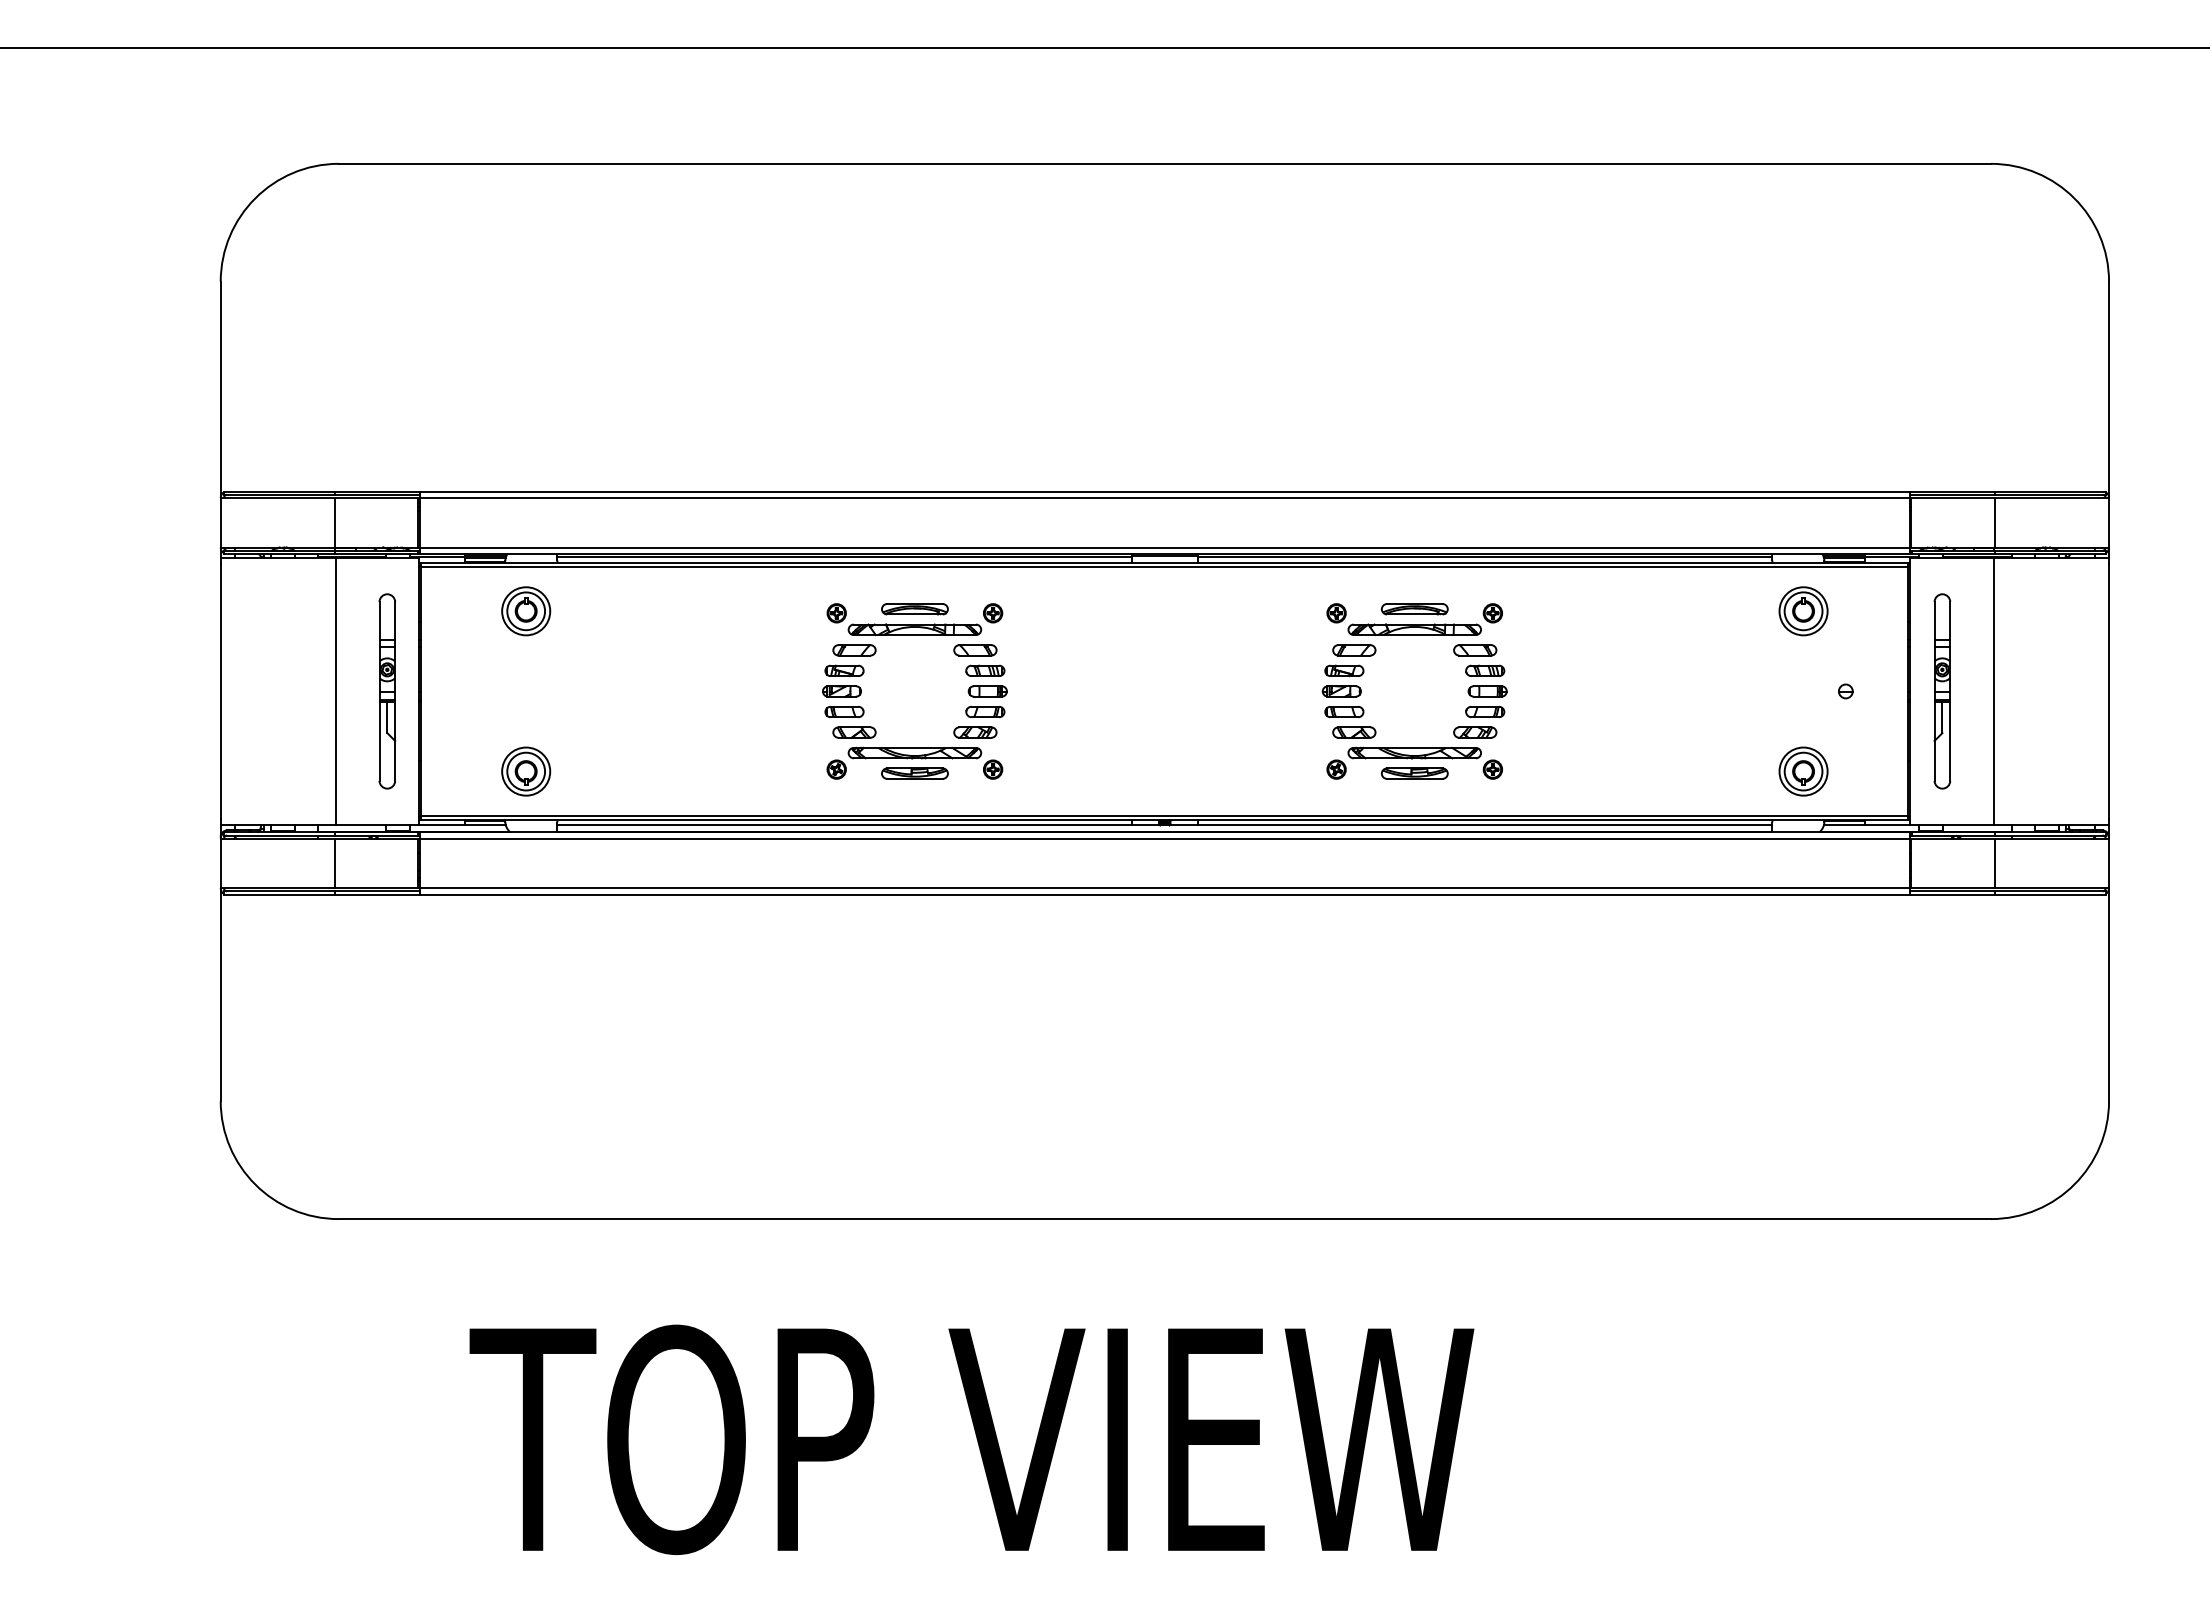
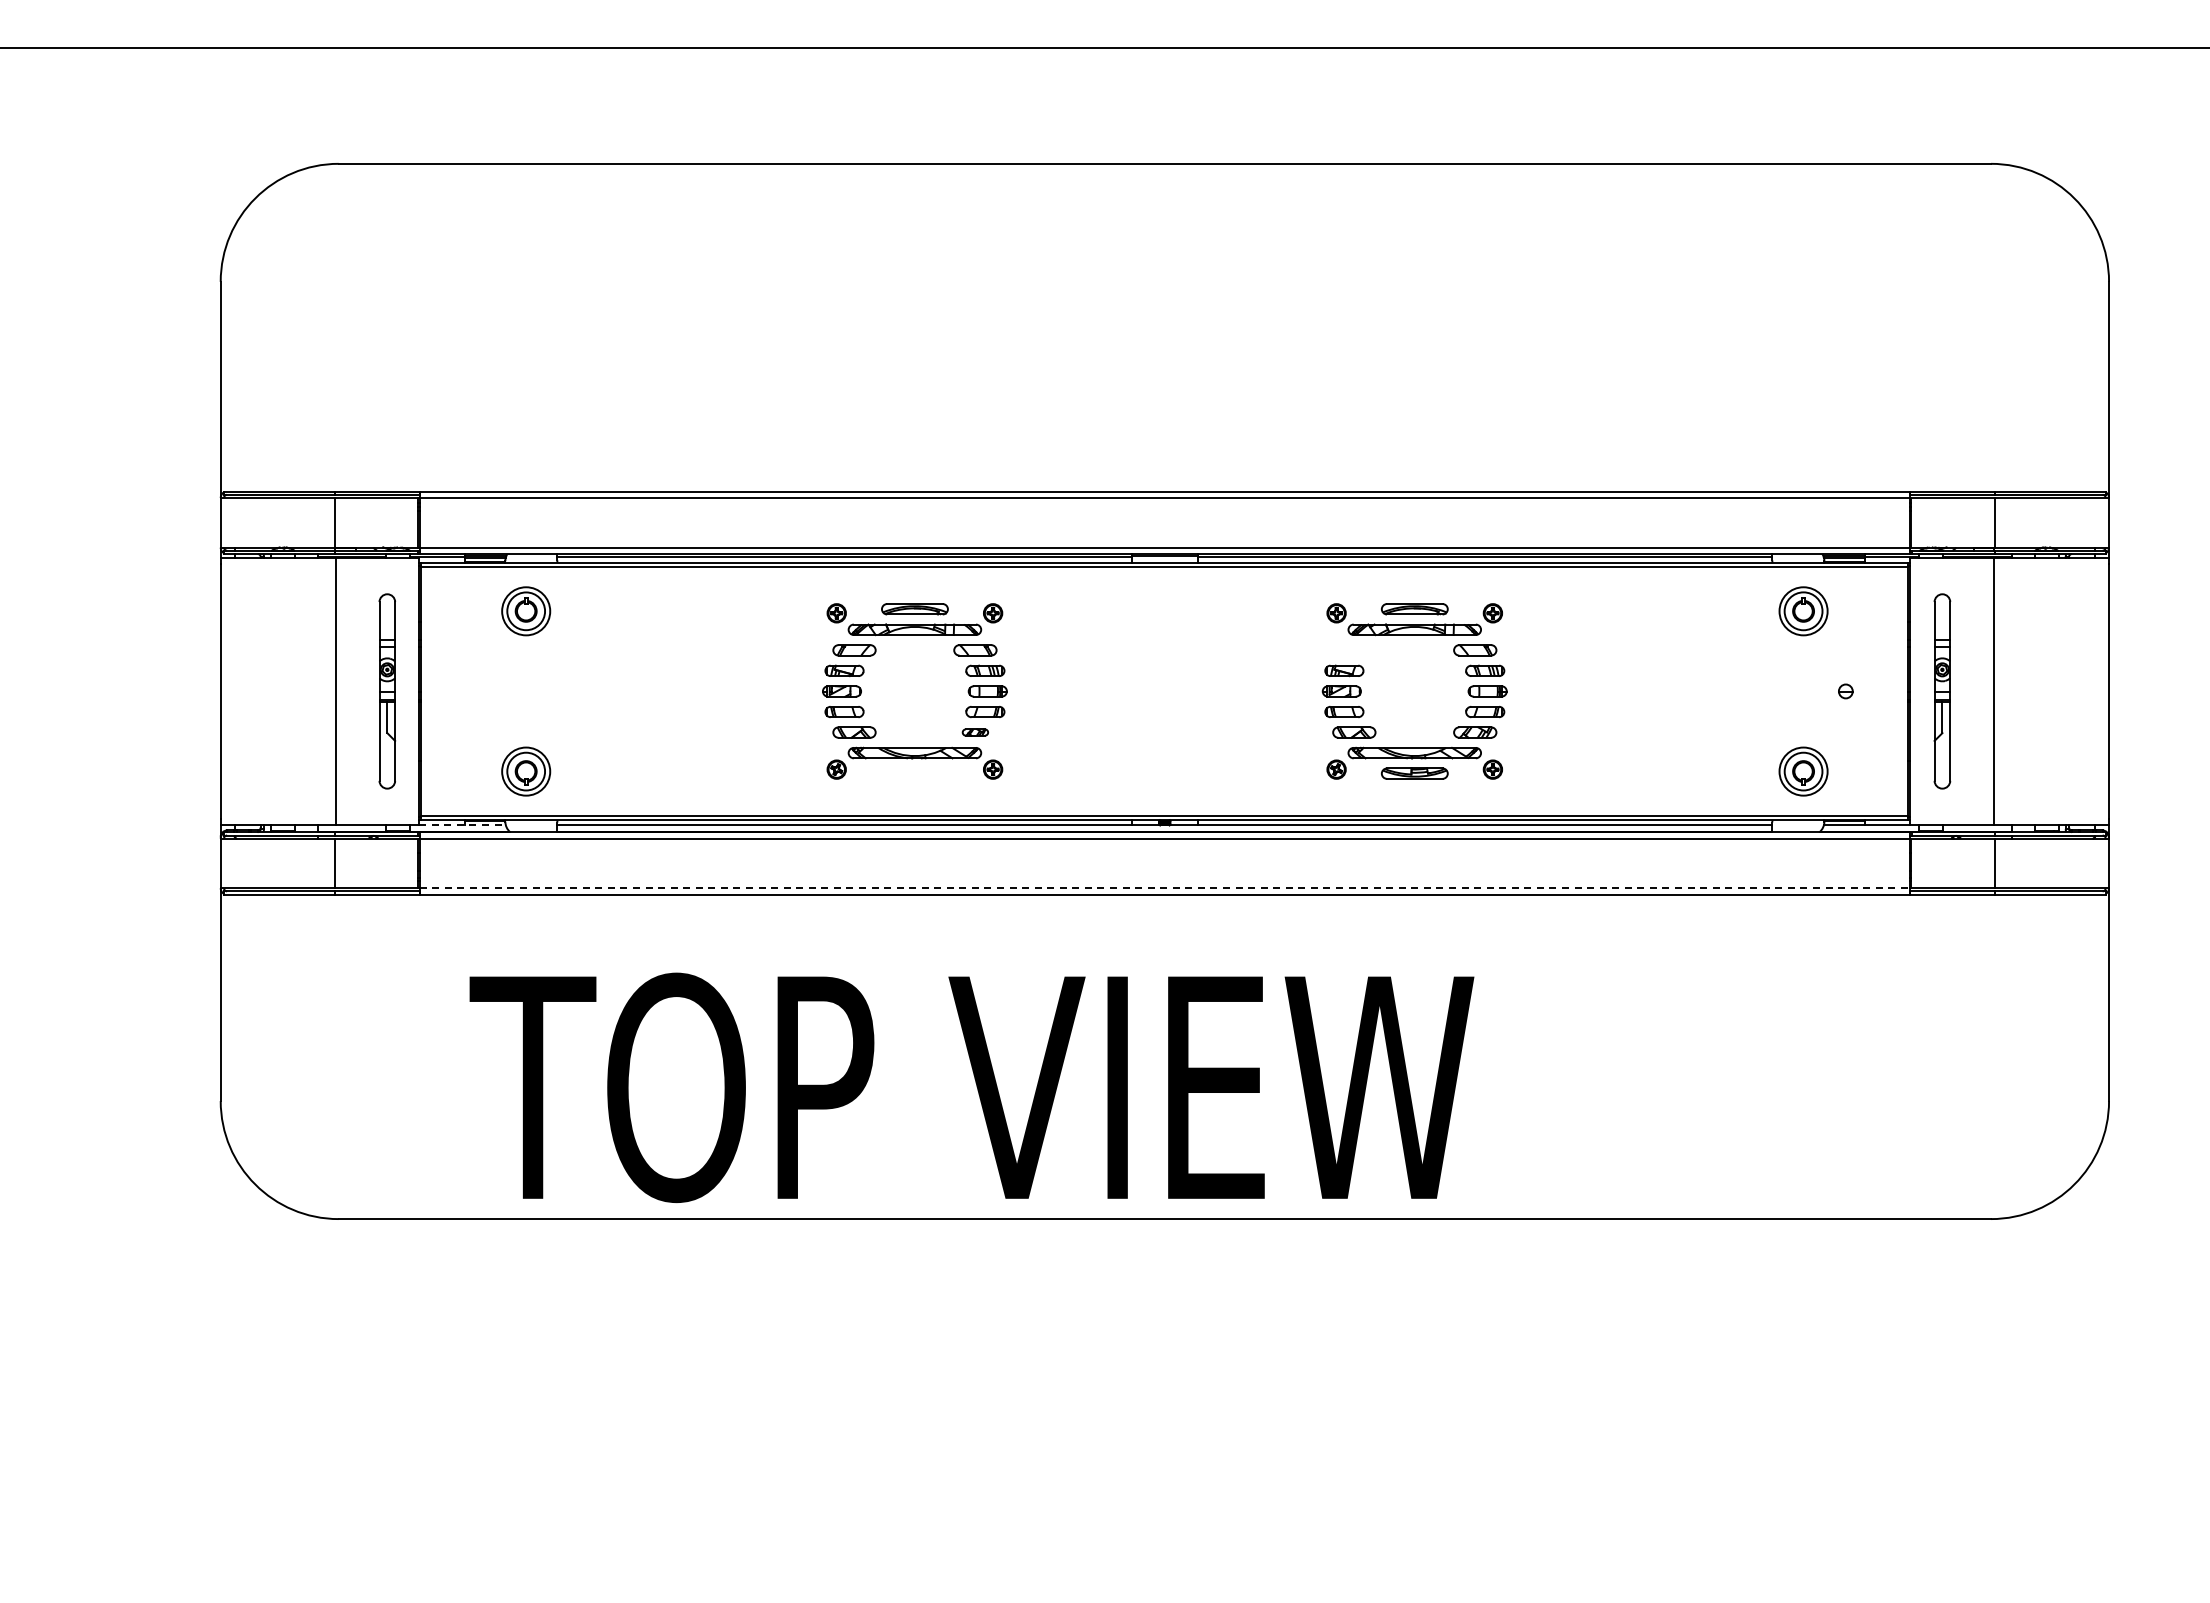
part at (1354, 650): present -> none
part at (975, 732) size: 45x13 px -> 28x9 px
part at (914, 773): present -> none
line at (463, 825): solid -> dashed
line at (1165, 888): solid -> dashed
text at (971, 1439) position: (971, 1439) -> (971, 1087)
